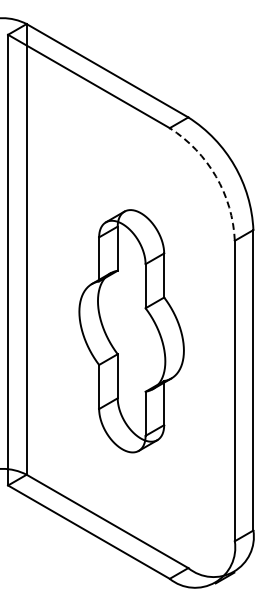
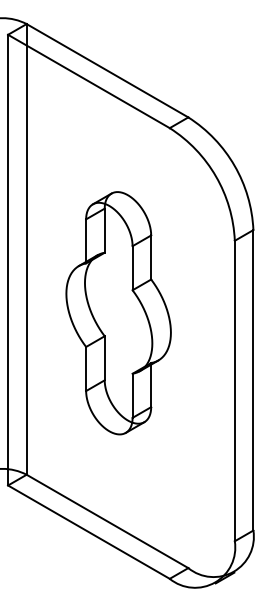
arc at (216, 176): dashed -> solid
part at (131, 331) position: (131, 331) -> (118, 313)
